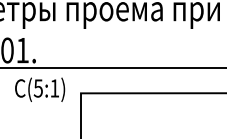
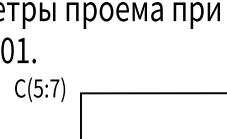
line at (112, 68): present -> none
text at (54, 88): (5:1) -> (5:7)
